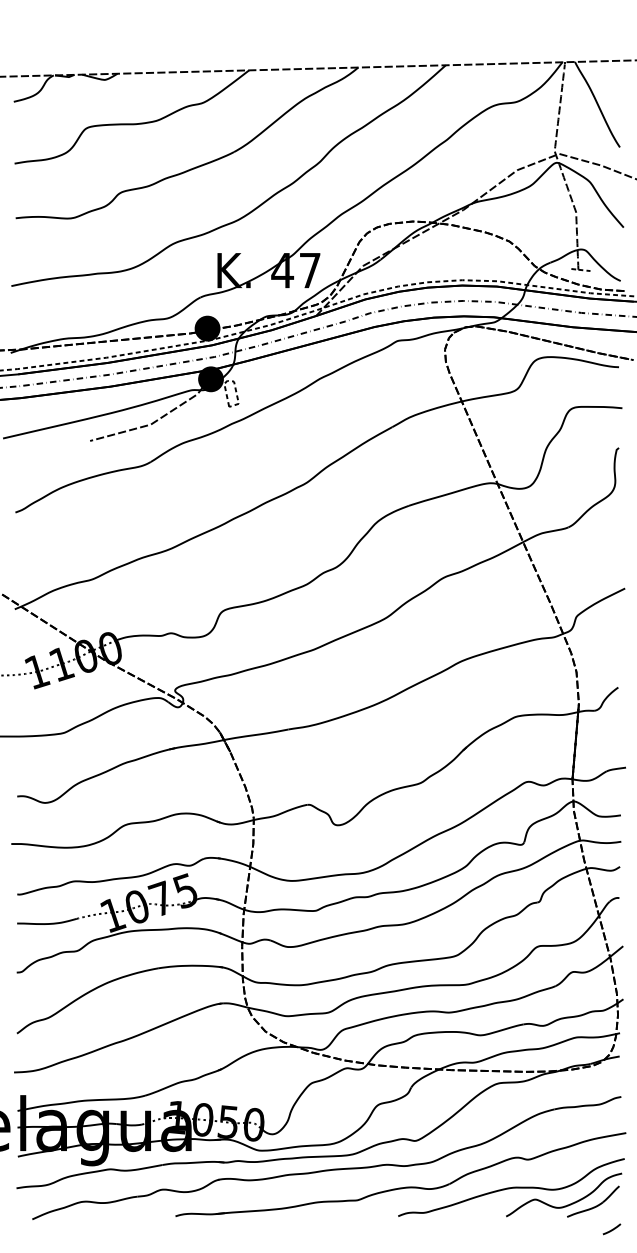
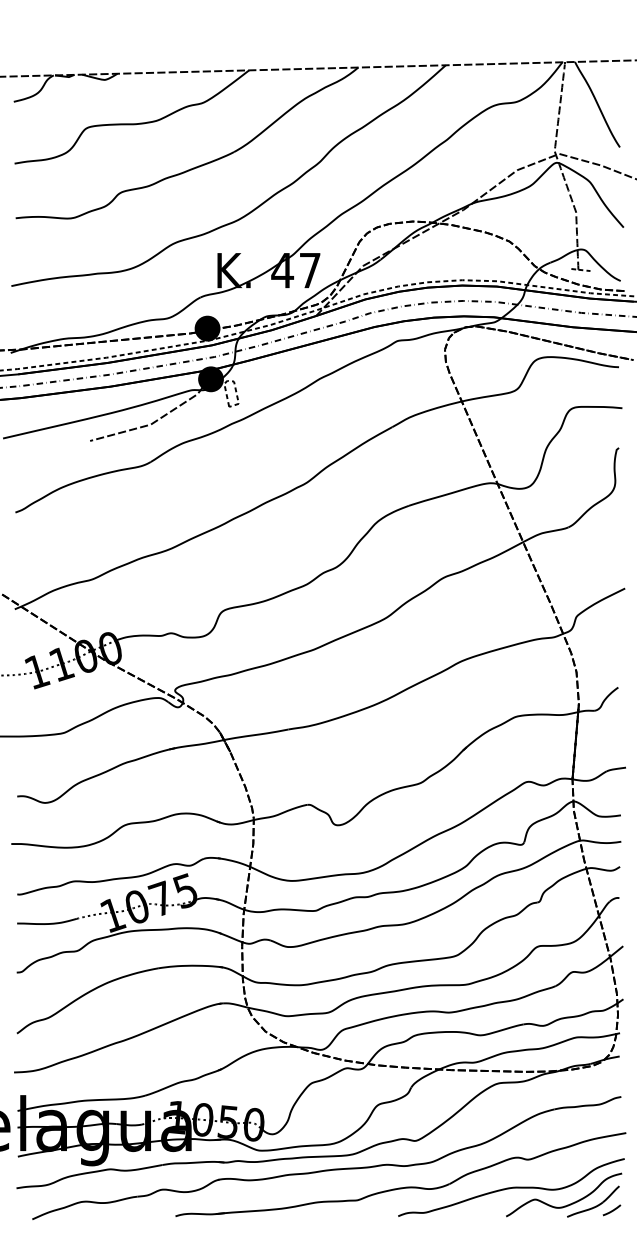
line at (611, 1229) position: (611, 1229) -> (611, 1210)
